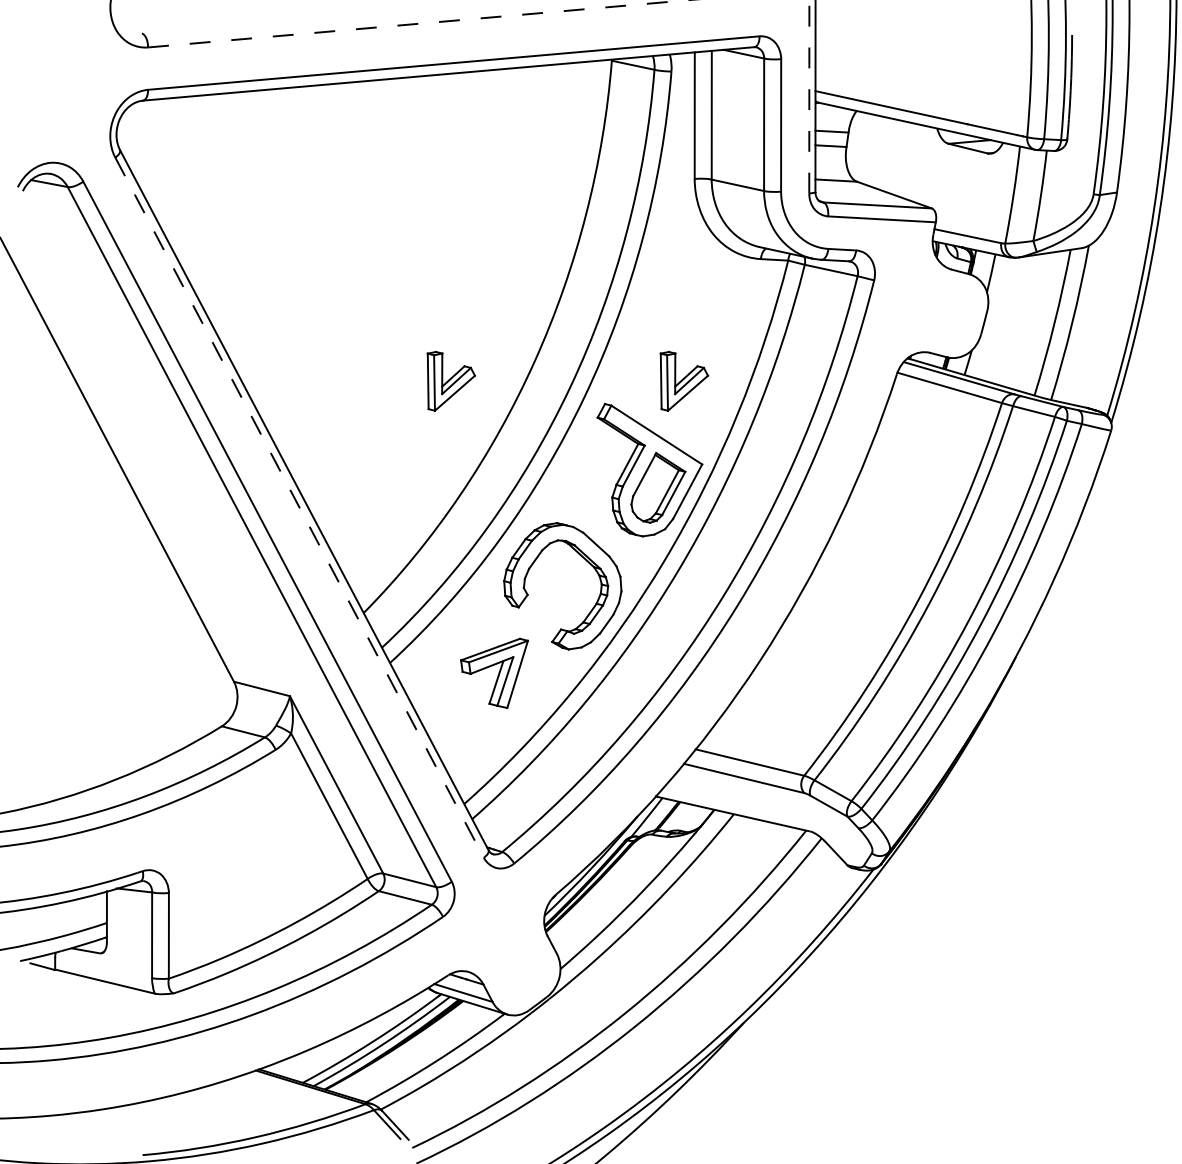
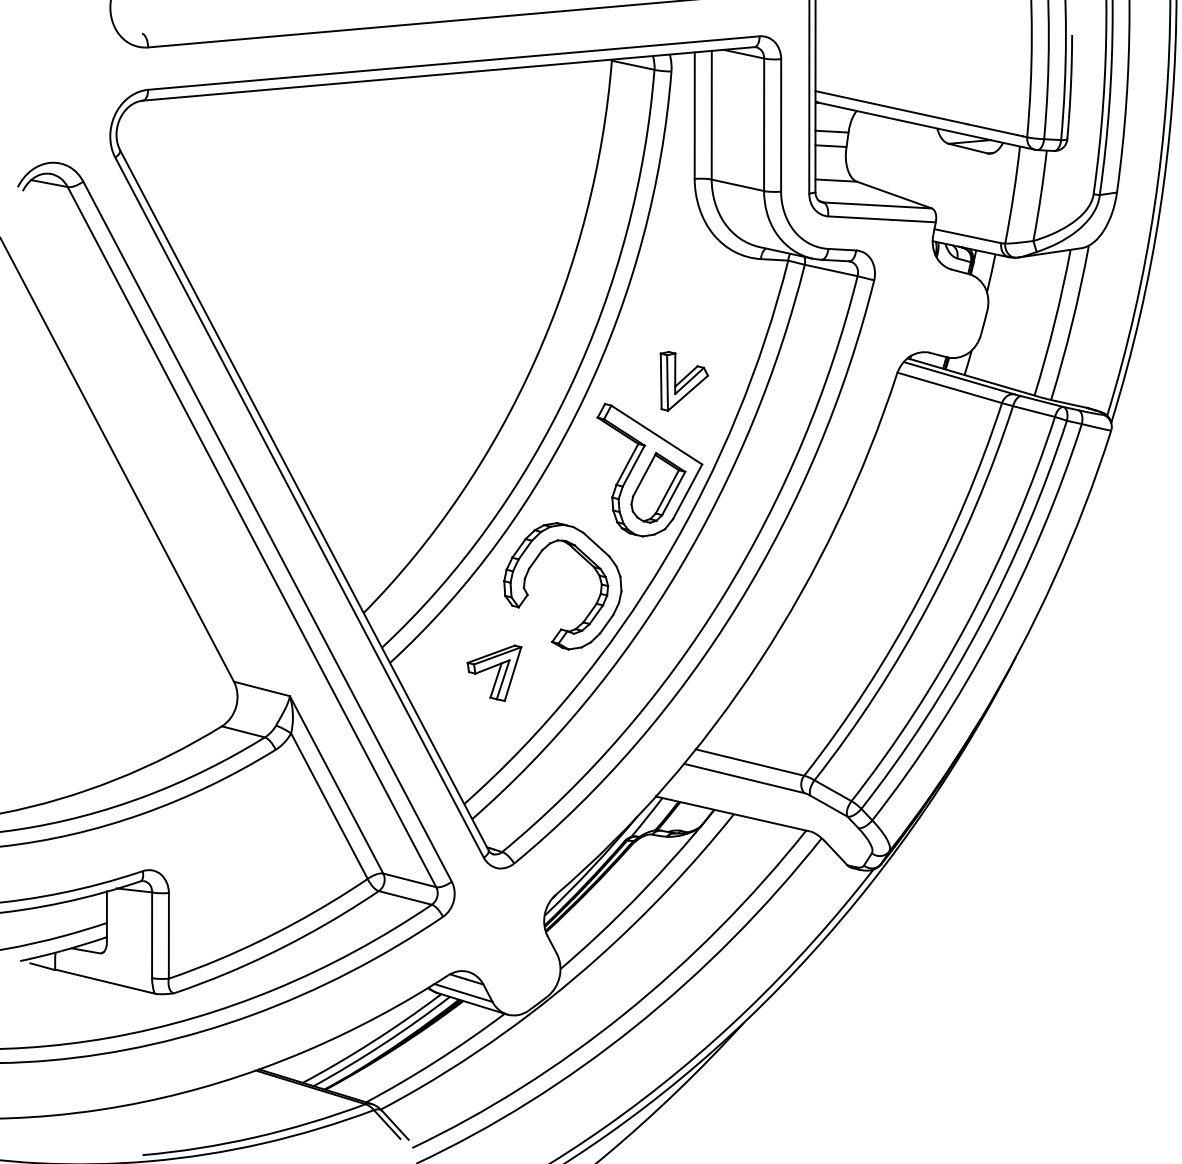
line at (419, 23): dashed -> solid
line at (809, 96): dashed -> solid
part at (451, 381): present -> none
line at (299, 507): dashed -> solid
part at (494, 673) size: 69x73 px -> 57x58 px
